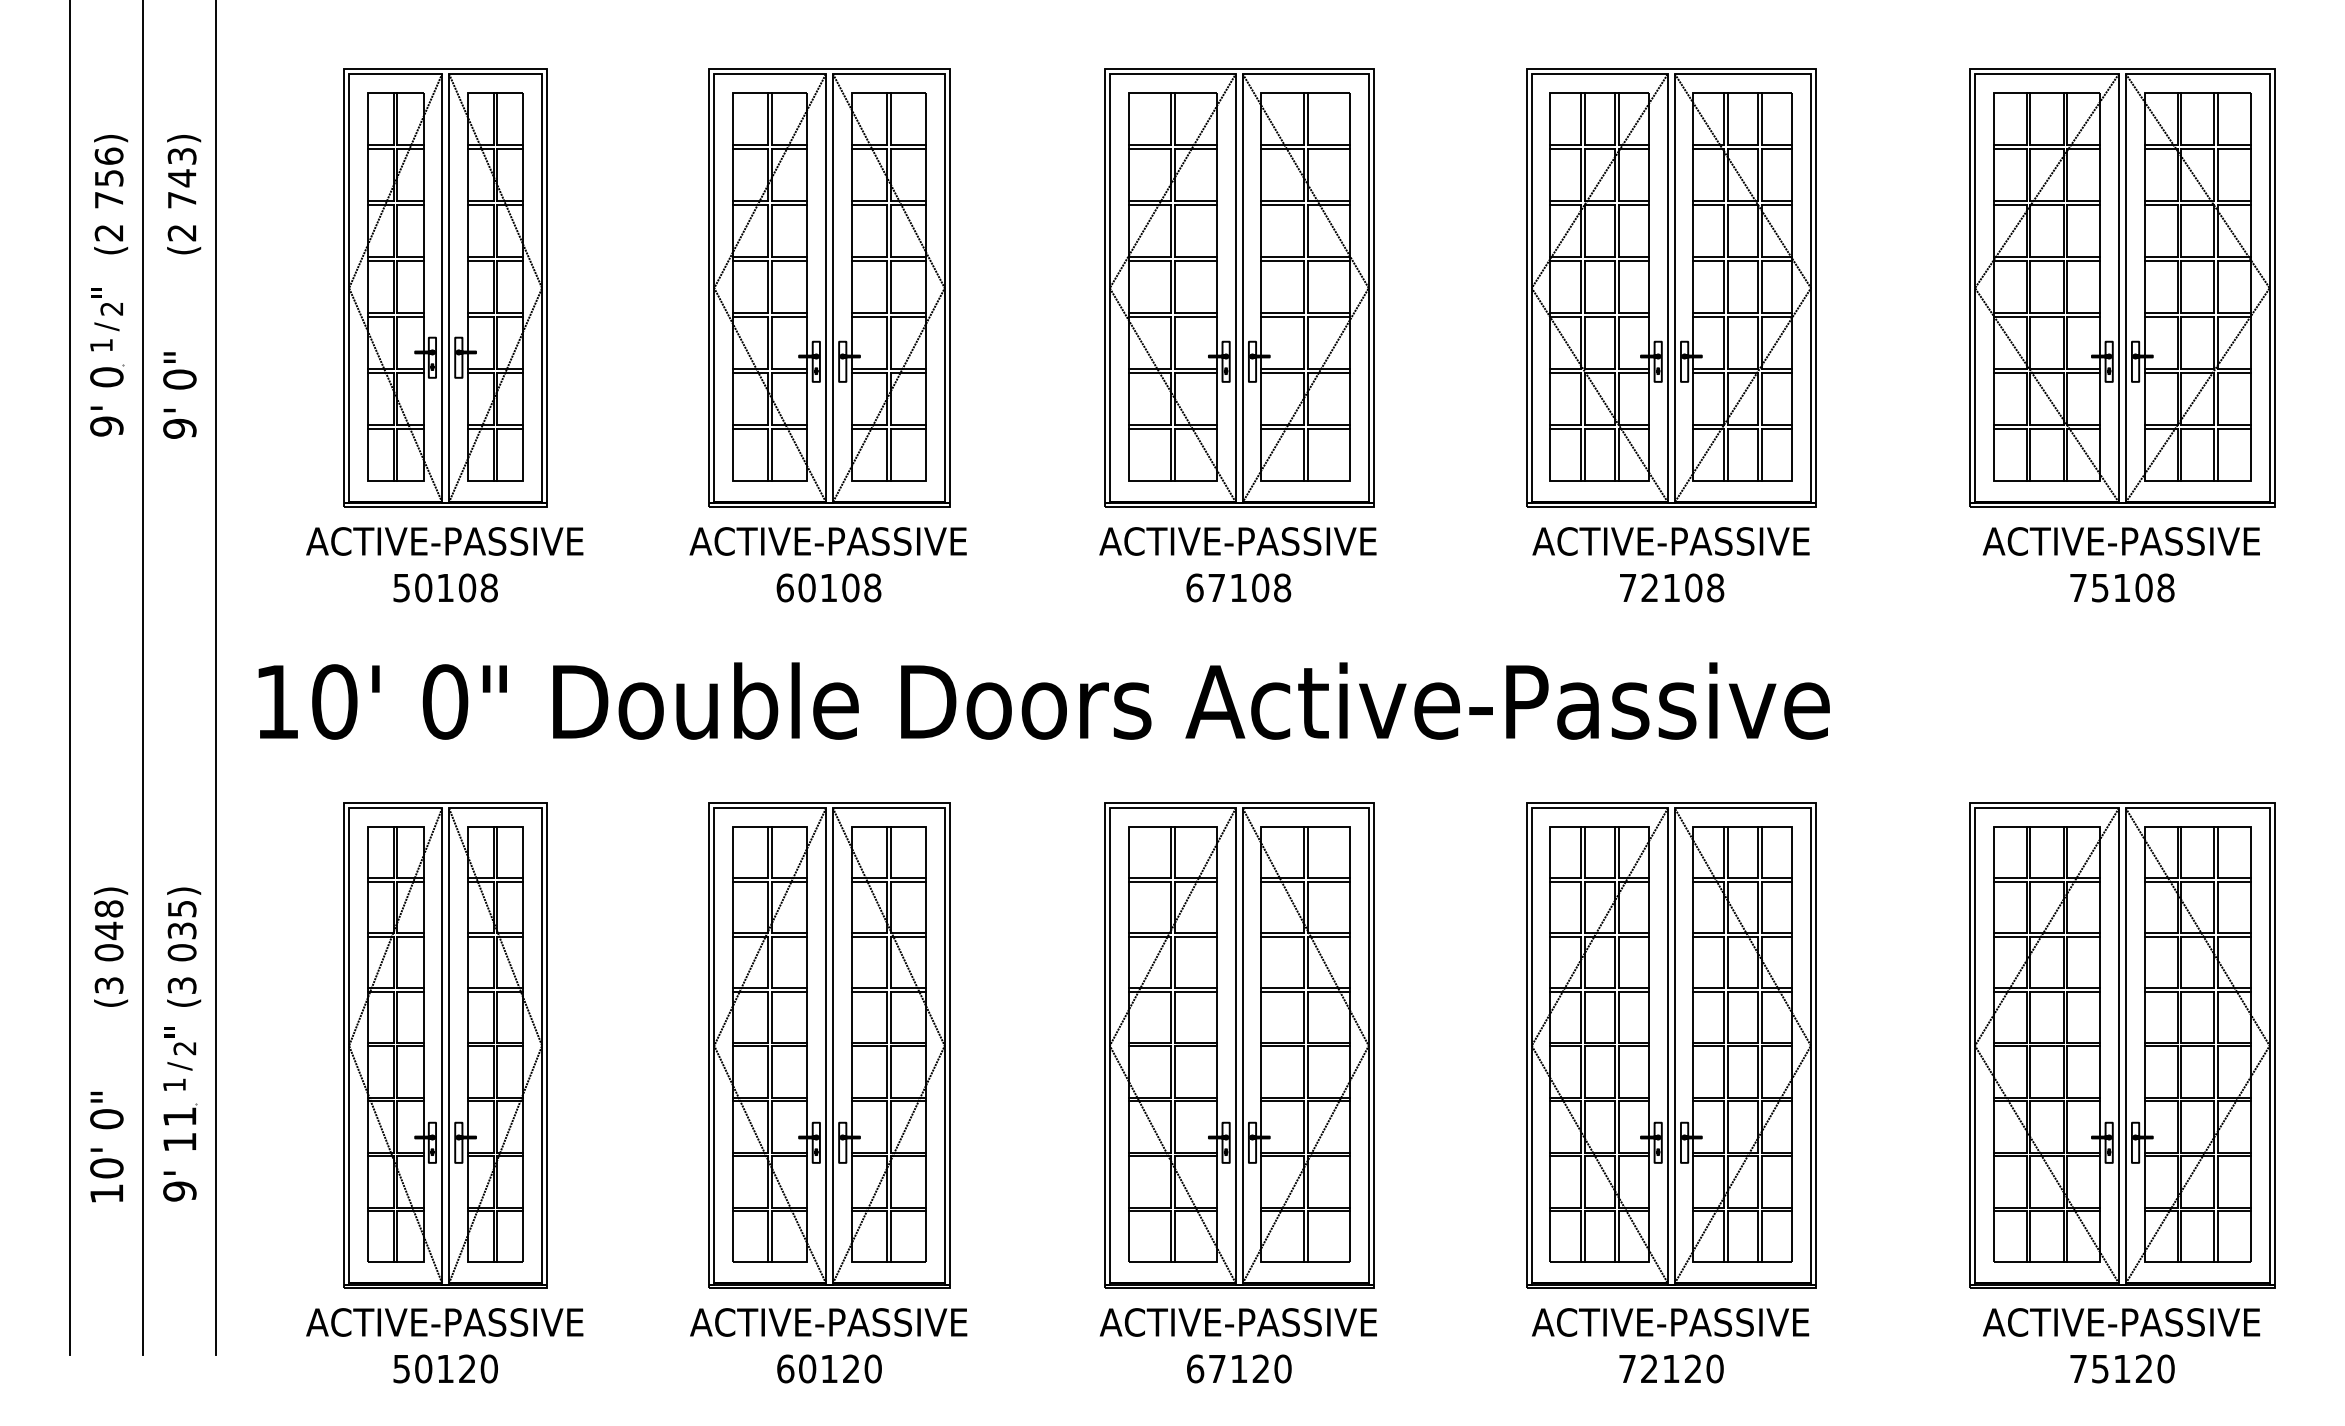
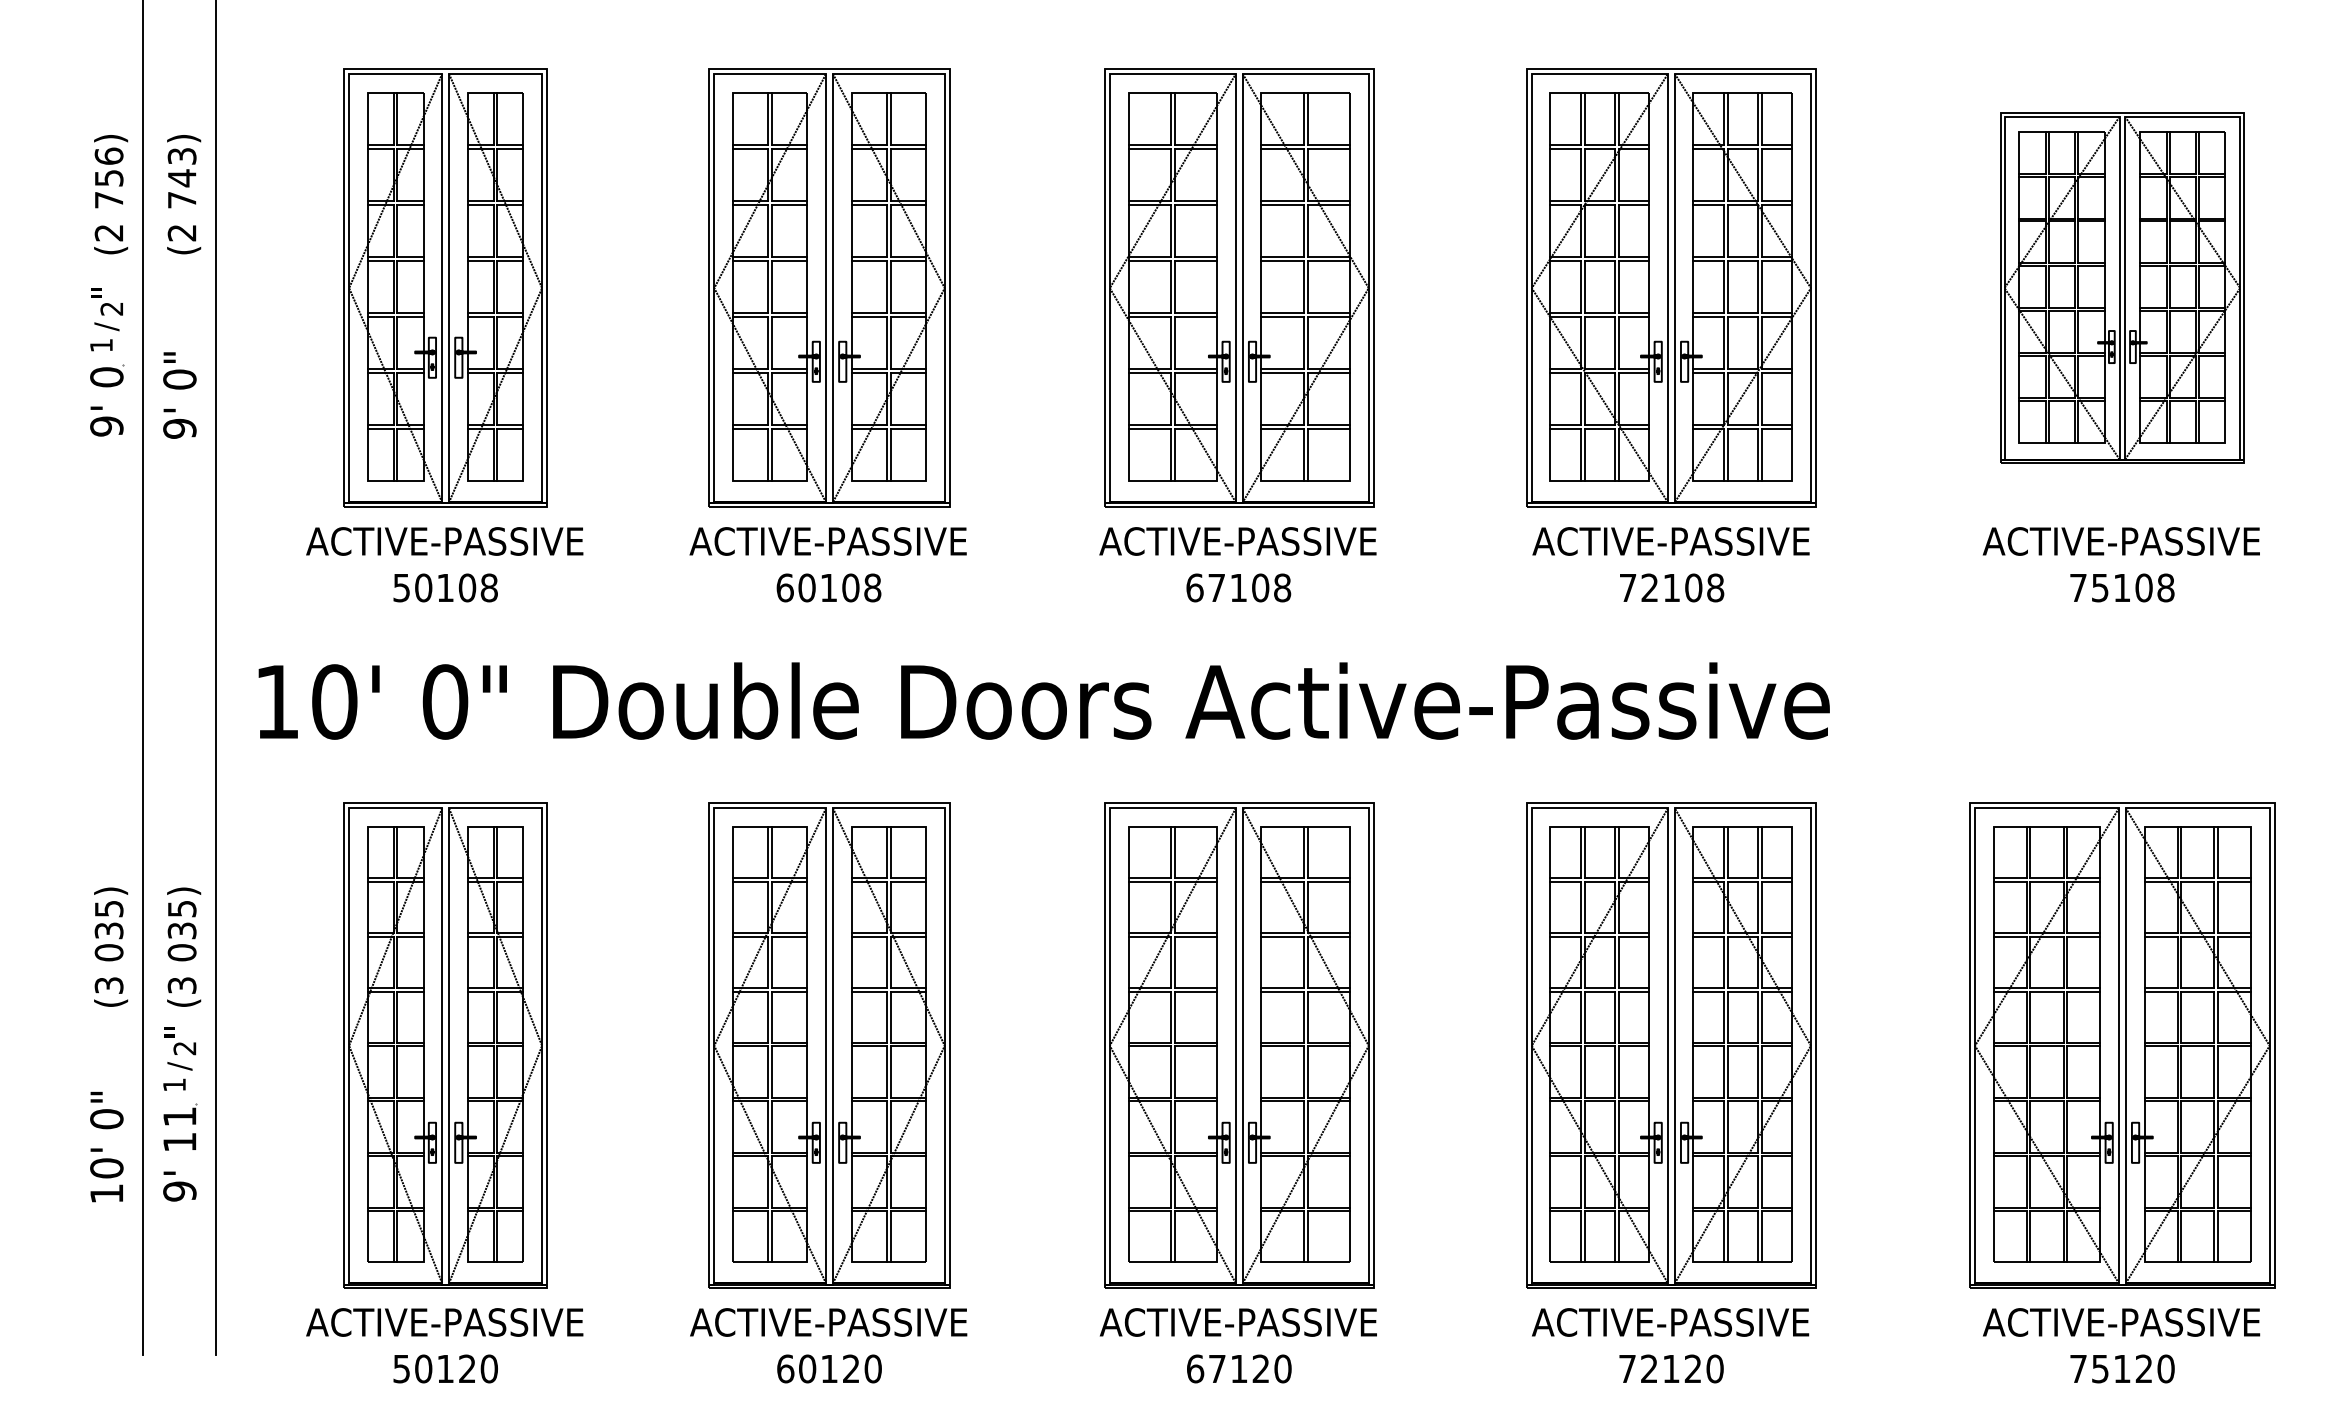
part at (2122, 287) size: 307x440 px -> 245x352 px
line at (70, 678): present -> none
text at (108, 920): 048) -> 035)
